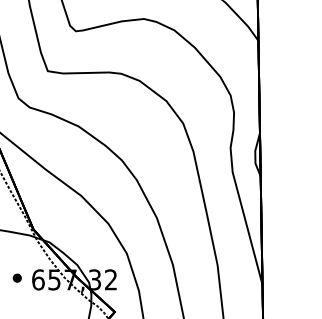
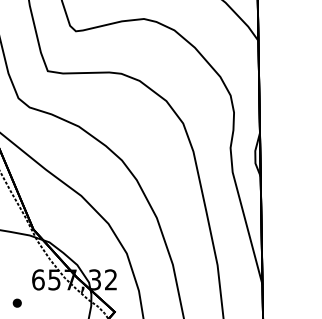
part at (16, 277) position: (16, 277) -> (16, 302)
